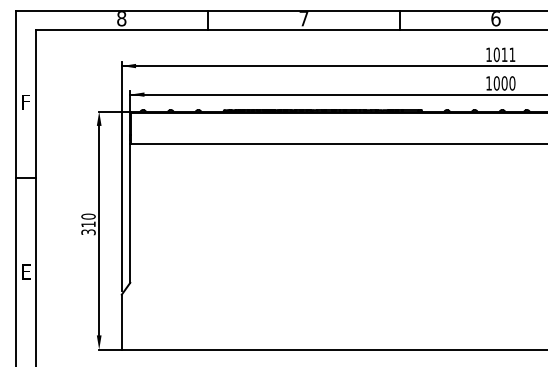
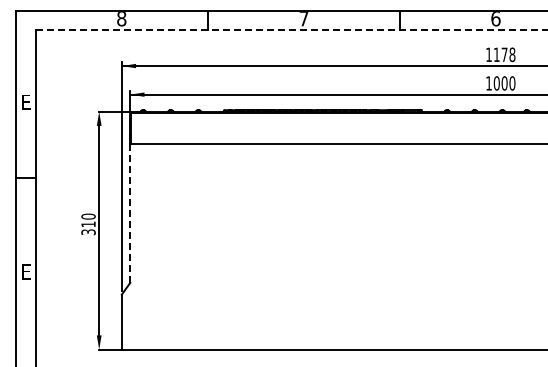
line at (291, 30): solid -> dashed
text at (504, 54): 1011 -> 1178
text at (27, 105): F -> E
line at (130, 213): solid -> dashed
